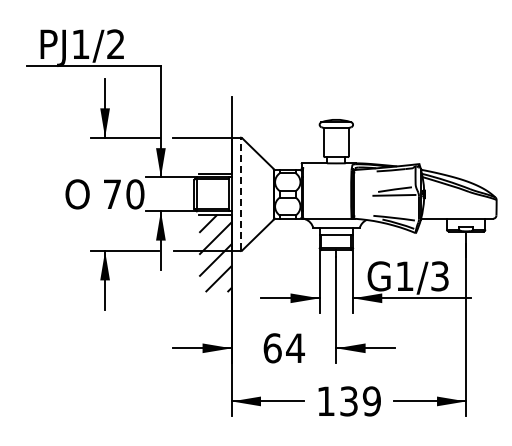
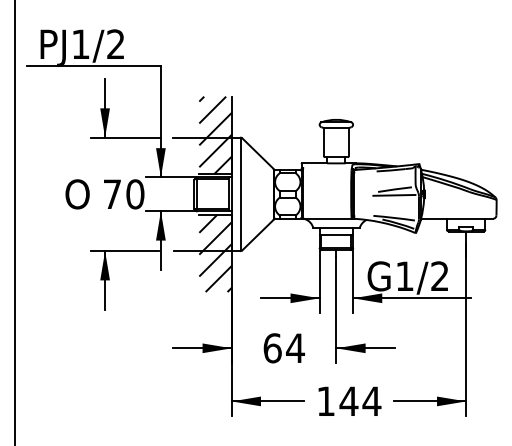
hatch at (215, 135): none -> present
line at (241, 194): dashed -> solid
line at (15, 222): none -> present
text at (439, 276): G1/3 -> G1/2
text at (360, 401): 139 -> 144
